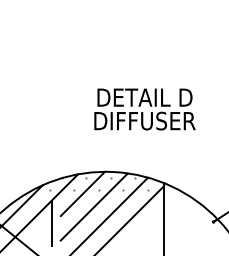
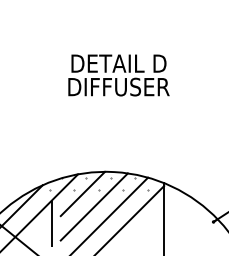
text at (144, 109) position: (144, 109) -> (118, 75)
